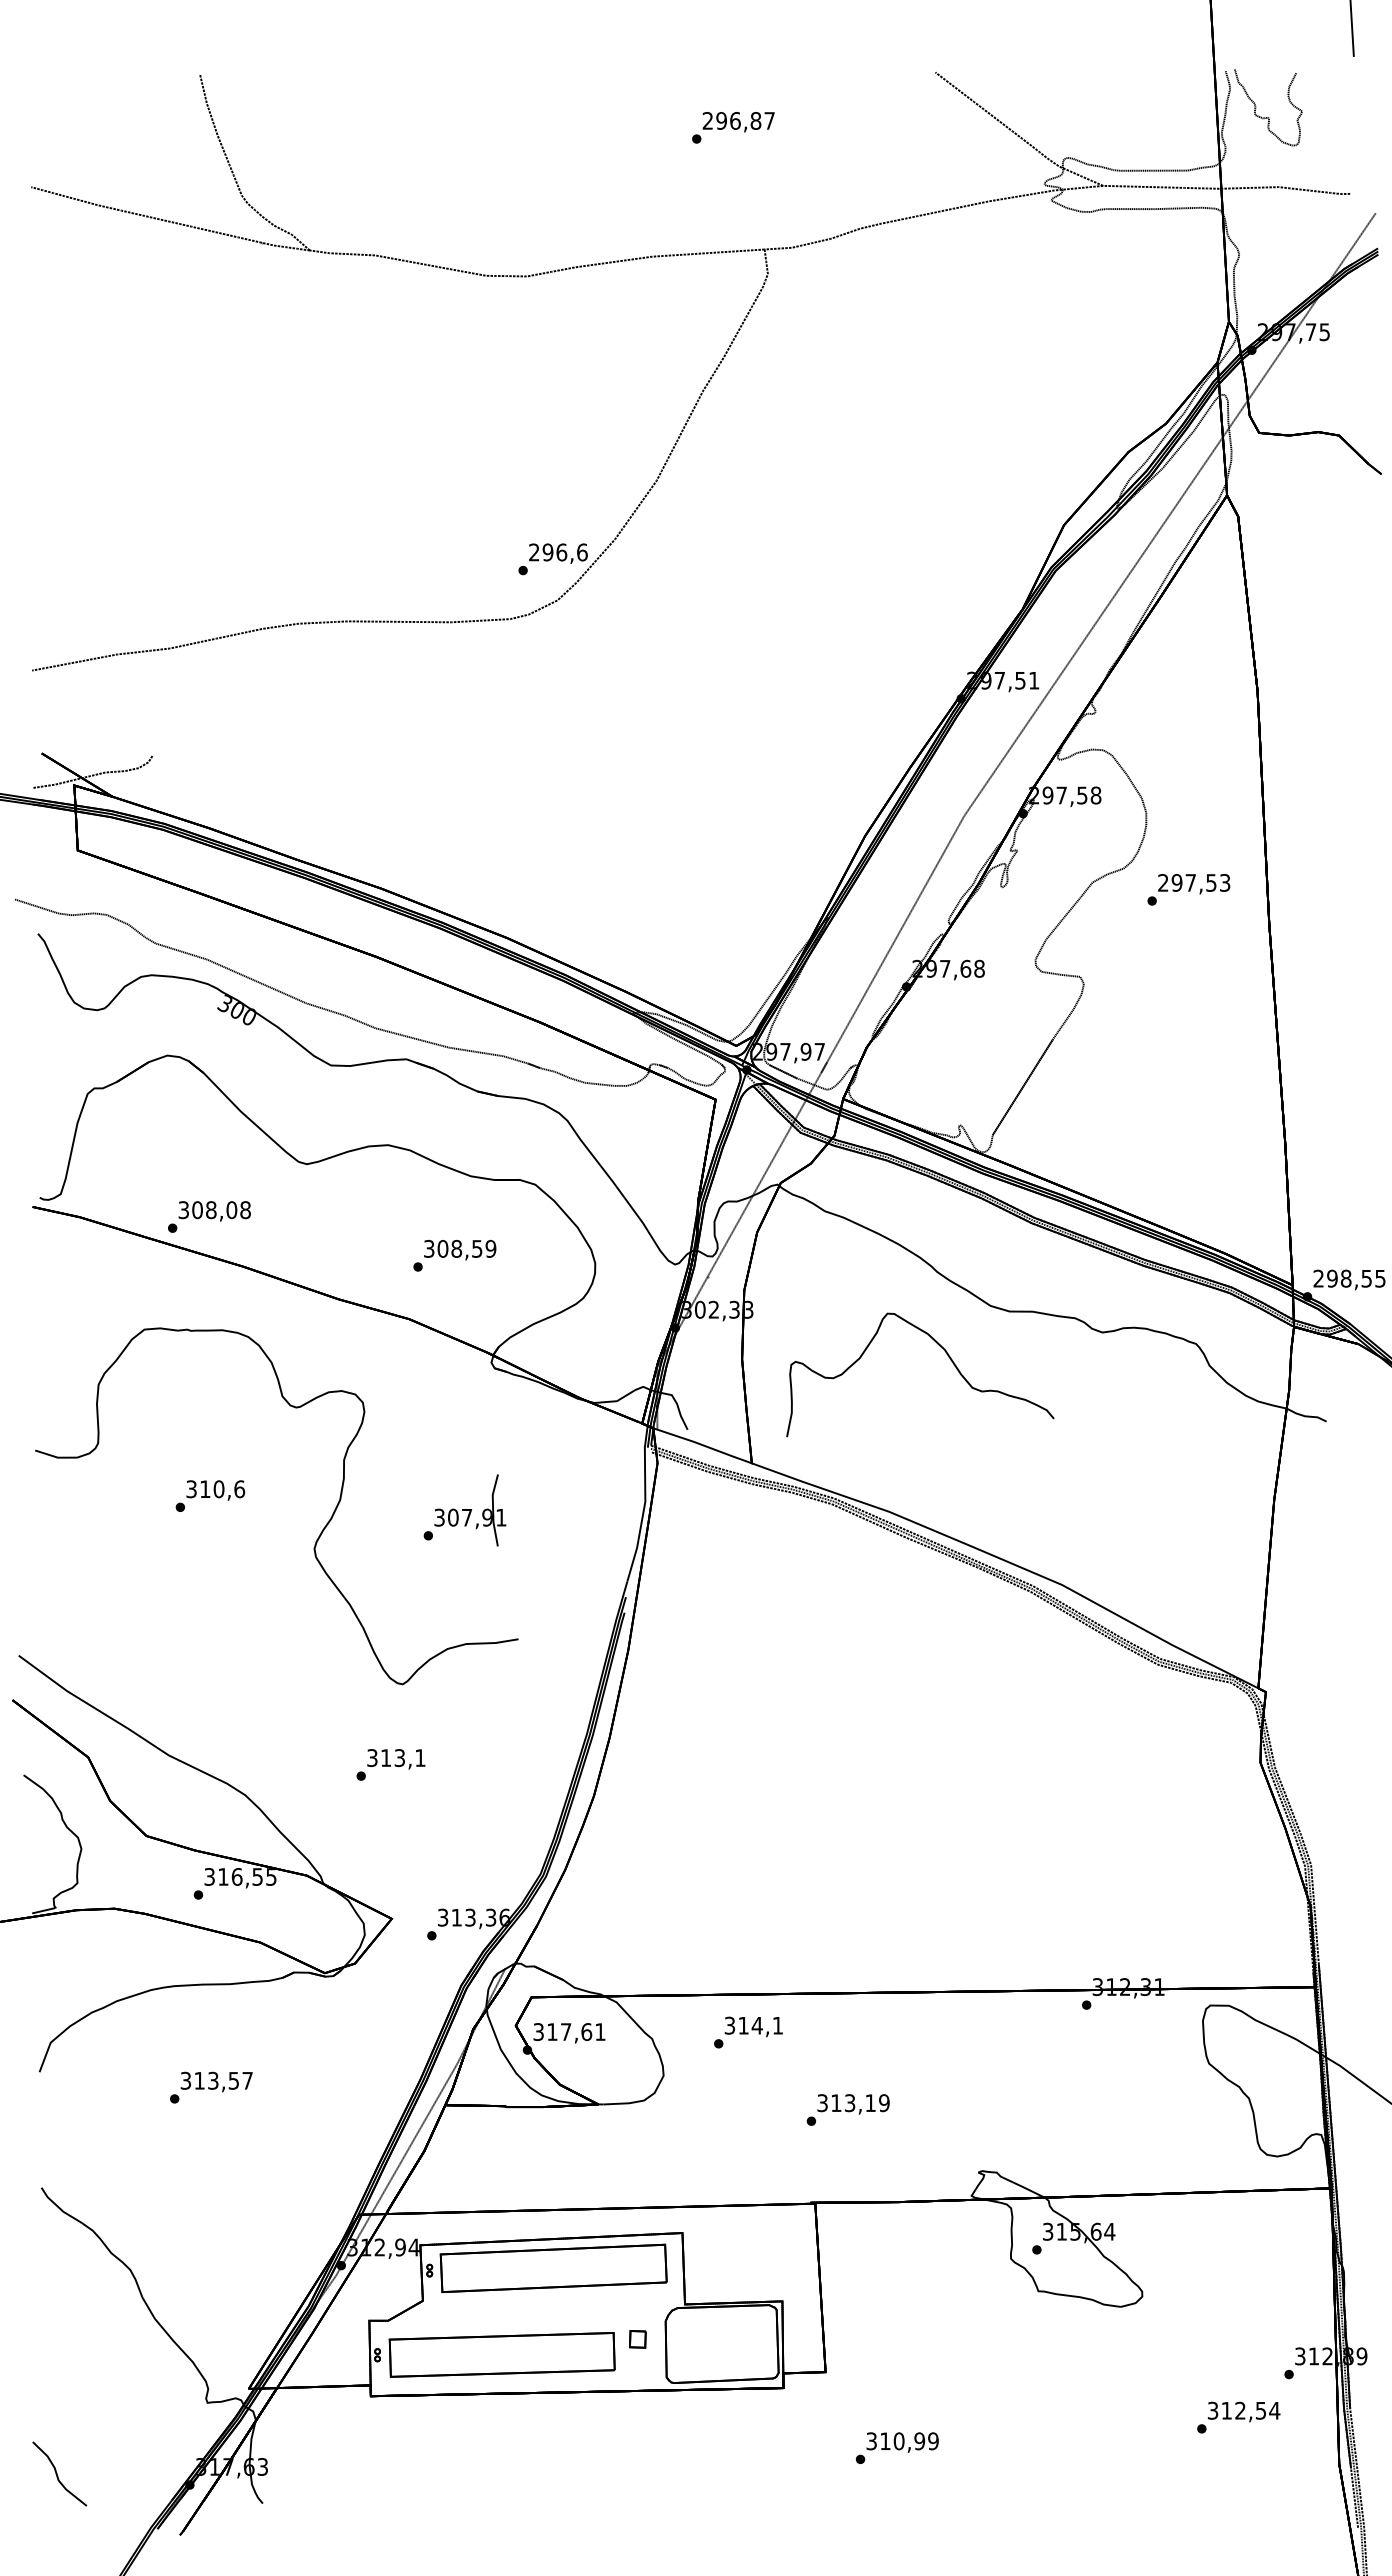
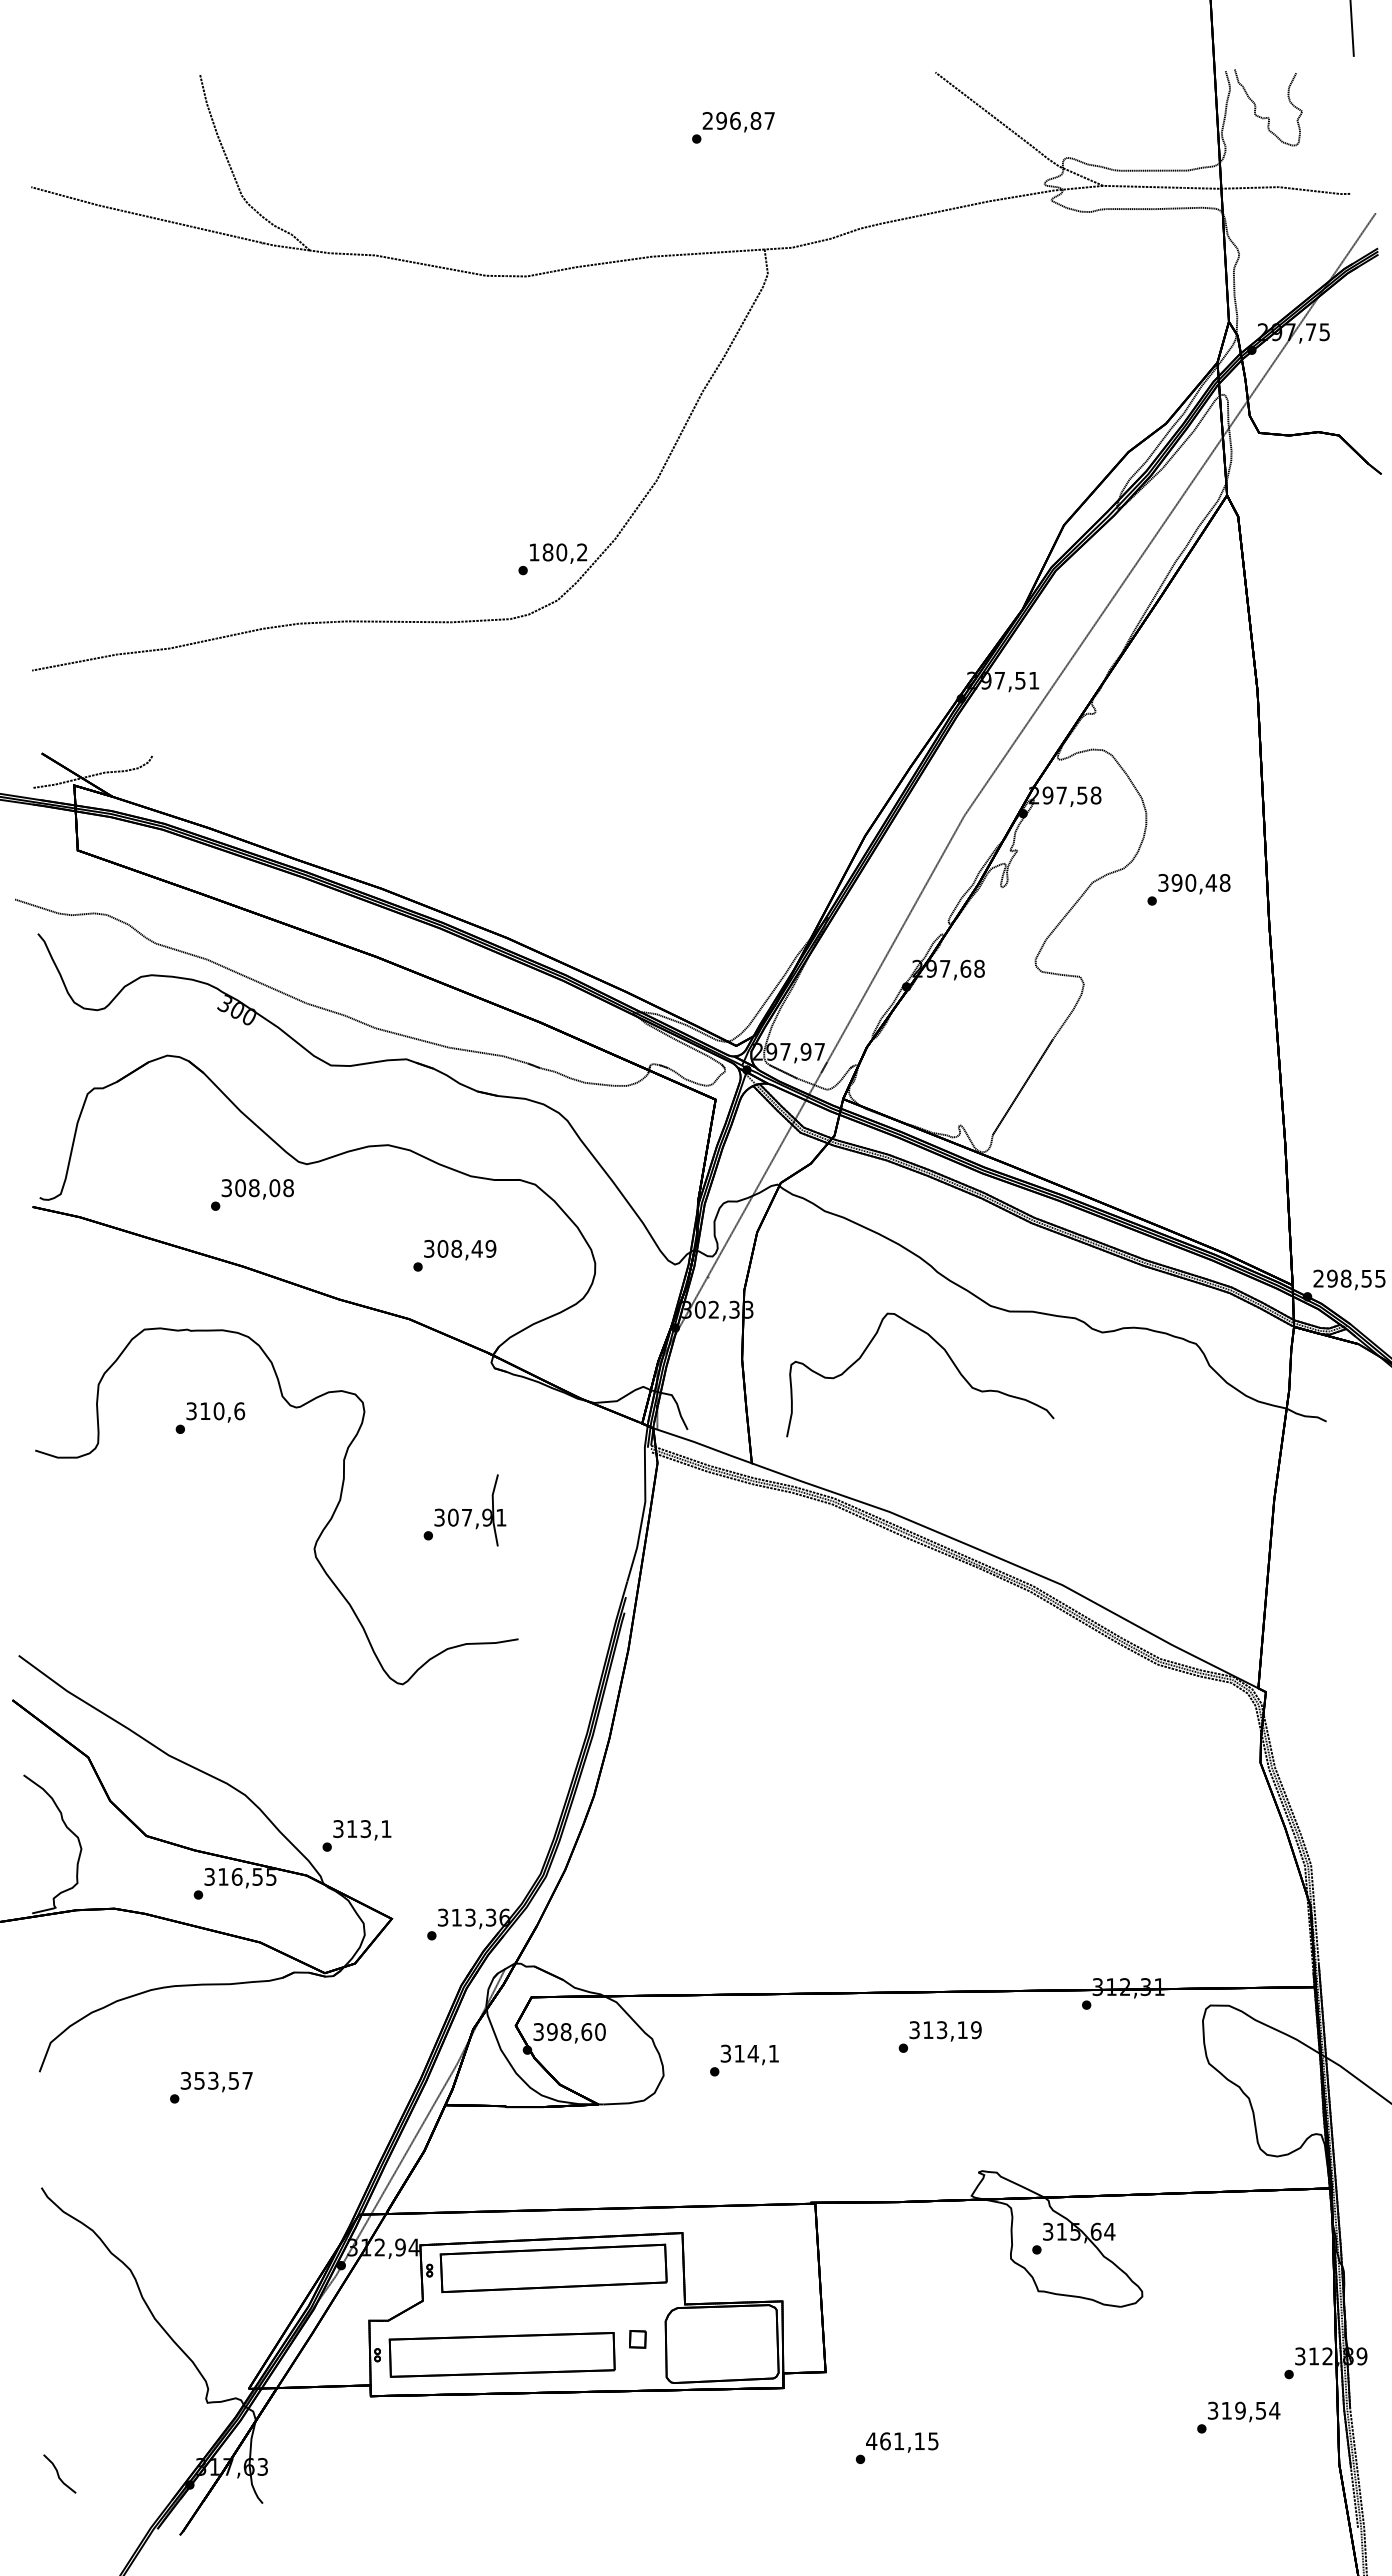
text at (558, 552): 296,6 -> 180,2
text at (1194, 882): 297,53 -> 390,48
text at (209, 1216) position: (209, 1216) -> (252, 1194)
text at (476, 1248): 308,59 -> 308,49
text at (210, 1495) position: (210, 1495) -> (210, 1417)
text at (390, 1764) position: (390, 1764) -> (356, 1835)
text at (576, 2032): 317,61 -> 398,60
text at (748, 2032) position: (748, 2032) -> (744, 2060)
text at (199, 2080): 313,57 -> 353,57
text at (847, 2109) position: (847, 2109) -> (939, 2036)
text at (1240, 2410): 312,54 -> 319,54
text at (902, 2441): 310,99 -> 461,15
part at (59, 2473) size: 56x66 px -> 34x40 px
